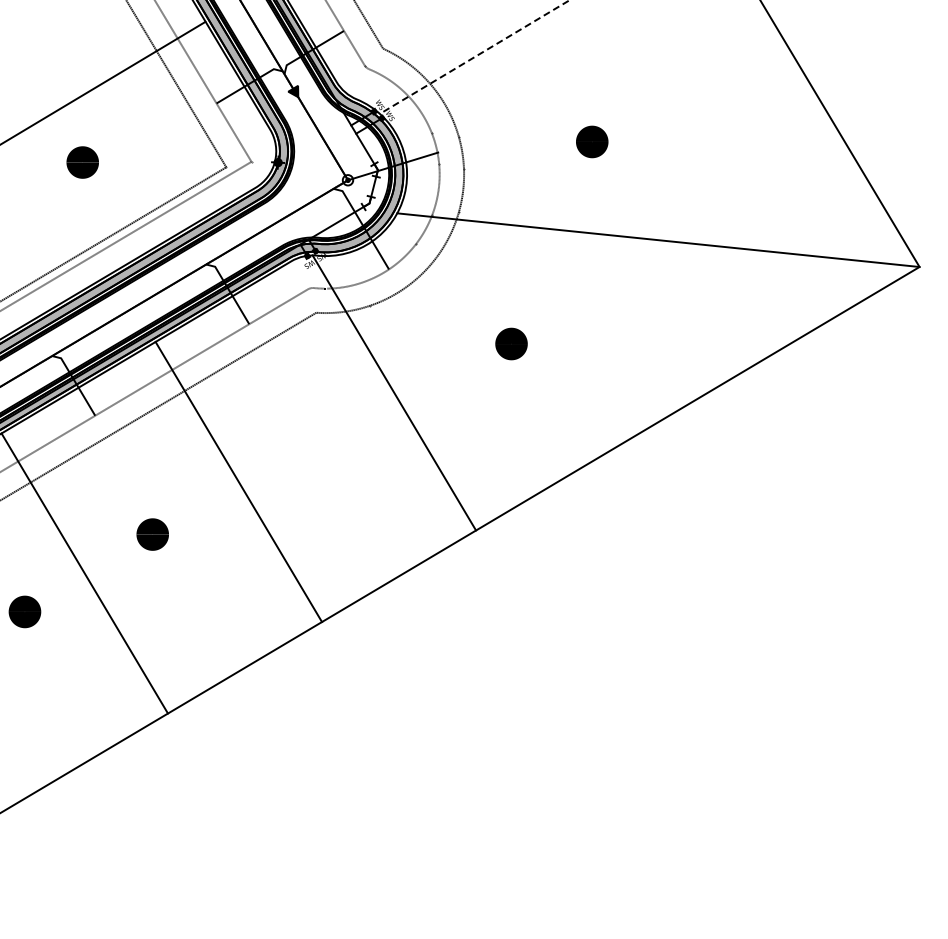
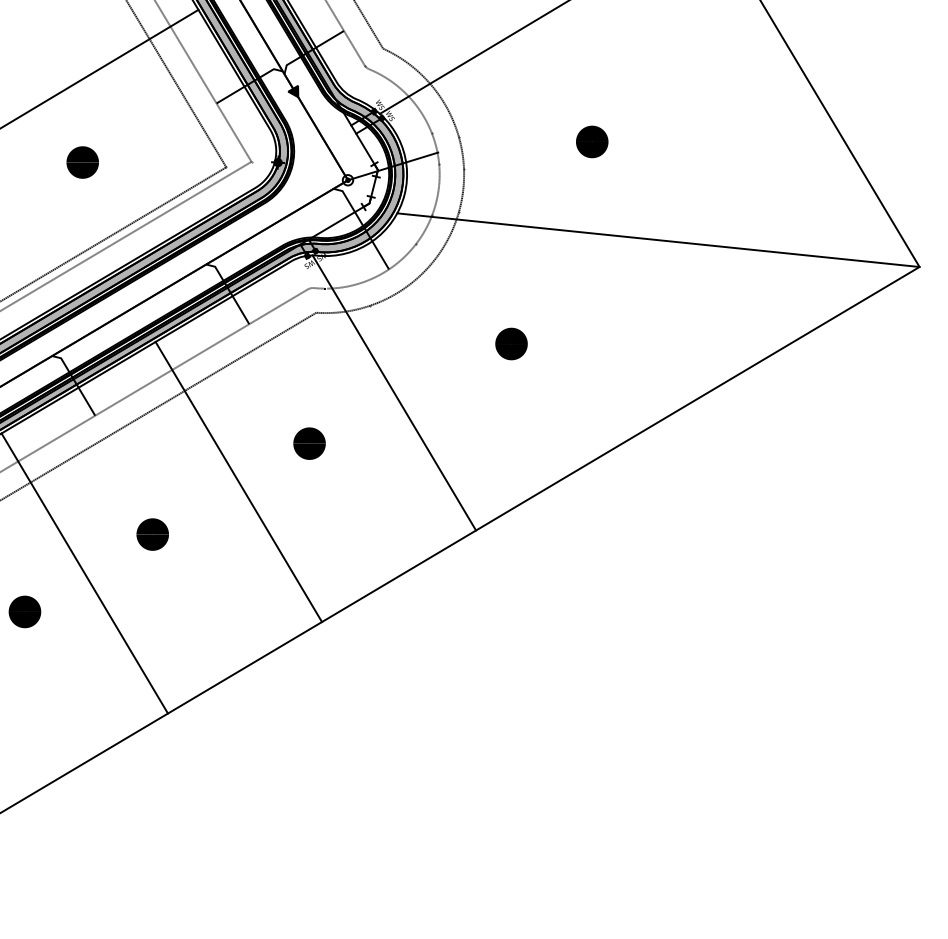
line at (474, 57): dashed -> solid
line at (103, 82) position: (103, 82) -> (100, 68)
part at (309, 443): none -> present
